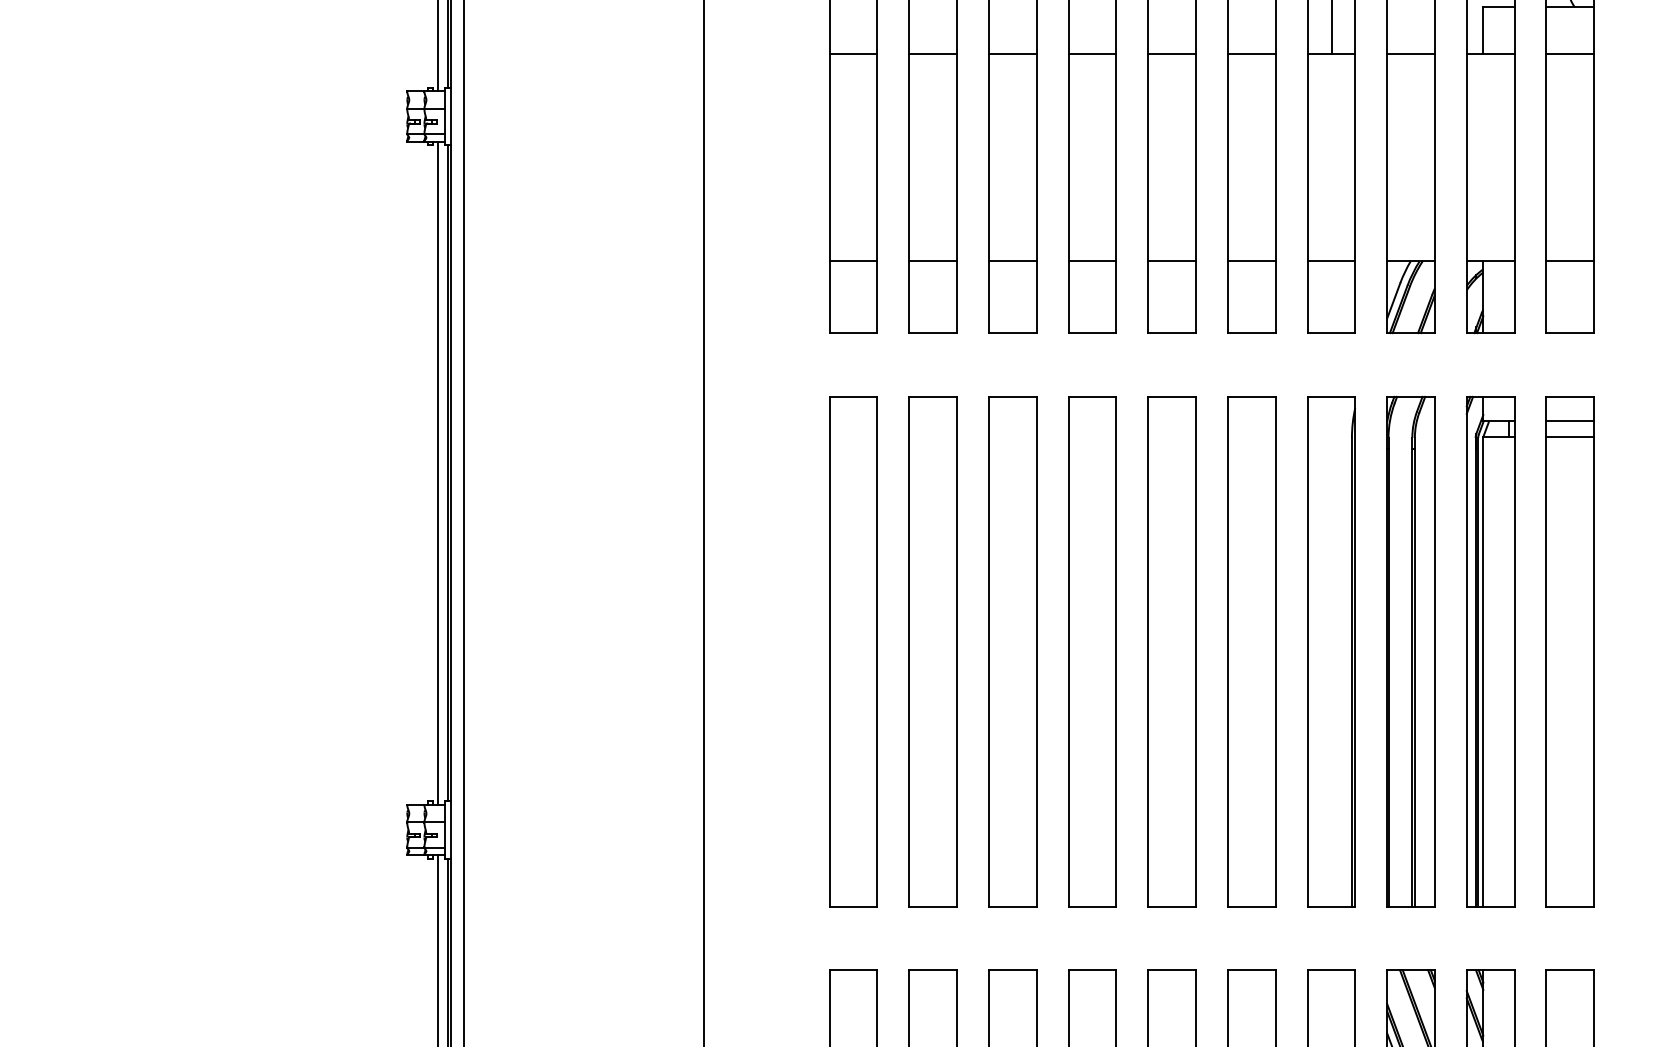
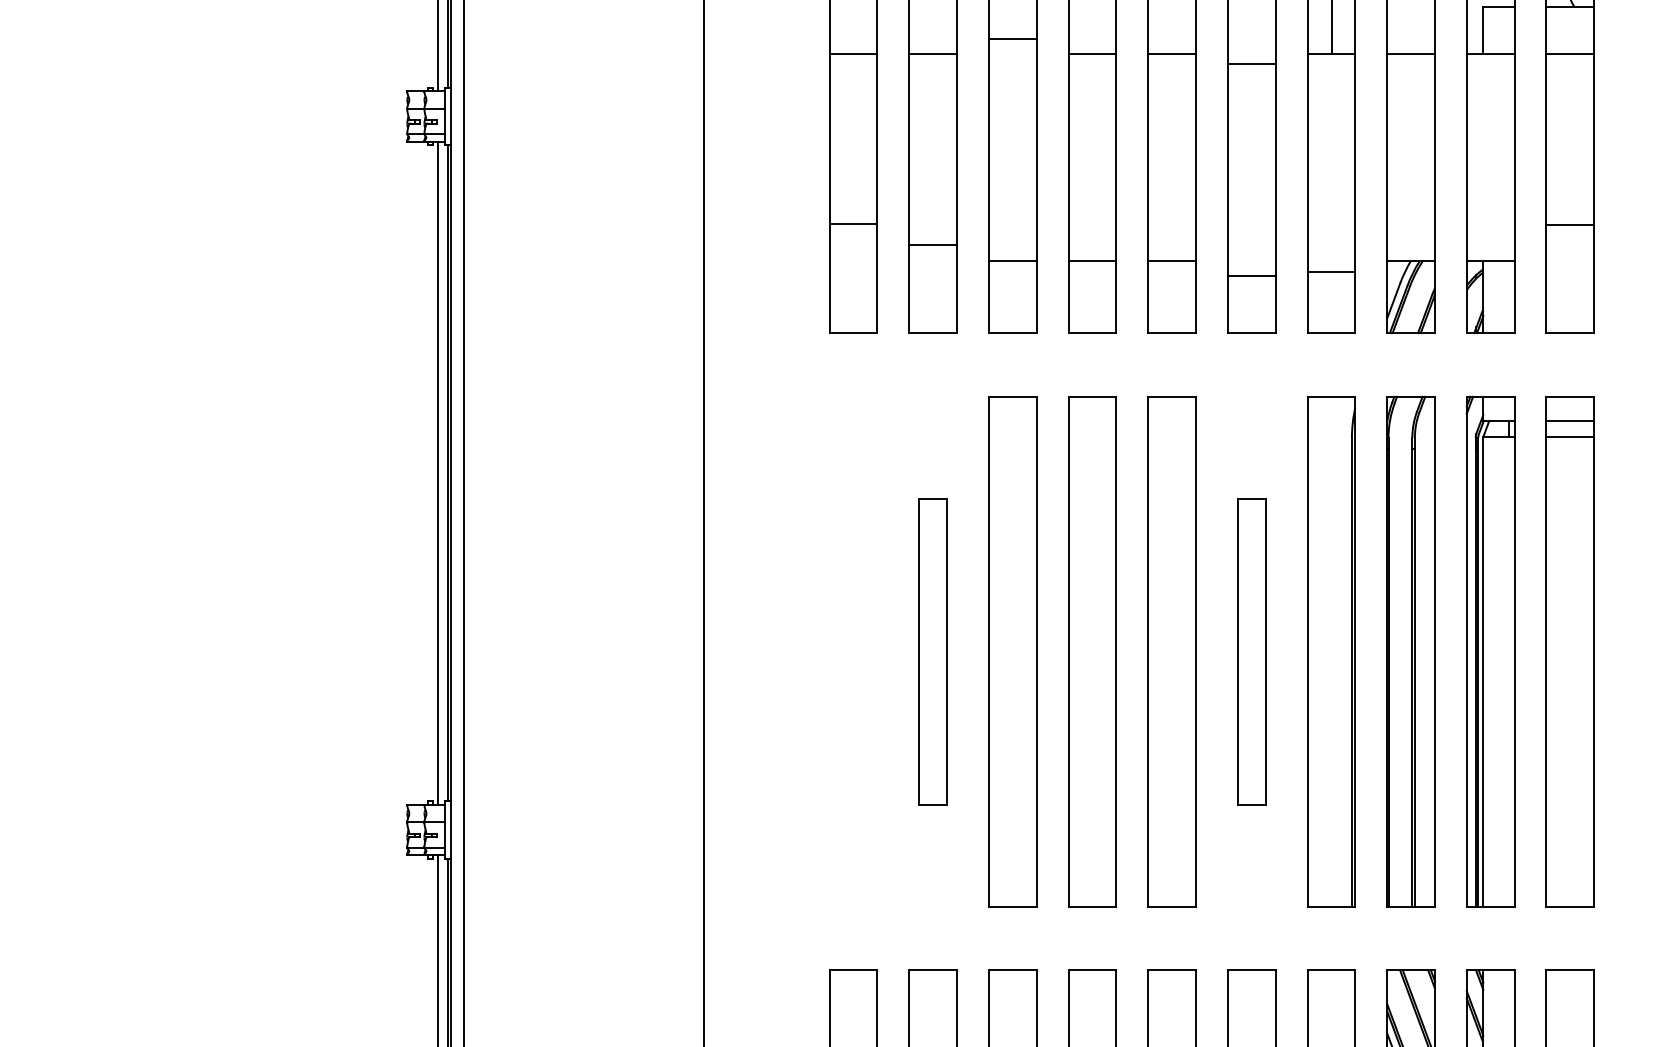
line at (1012, 54) position: (1012, 54) -> (1012, 39)
line at (1251, 54) position: (1251, 54) -> (1251, 64)
line at (853, 261) position: (853, 261) -> (853, 224)
line at (933, 261) position: (933, 261) -> (933, 245)
line at (1251, 261) position: (1251, 261) -> (1251, 276)
line at (1331, 261) position: (1331, 261) -> (1331, 272)
line at (1570, 261) position: (1570, 261) -> (1570, 225)
part at (853, 651): present -> none
part at (932, 651) size: 50x512 px -> 30x308 px
part at (1251, 651) size: 50x512 px -> 30x308 px
